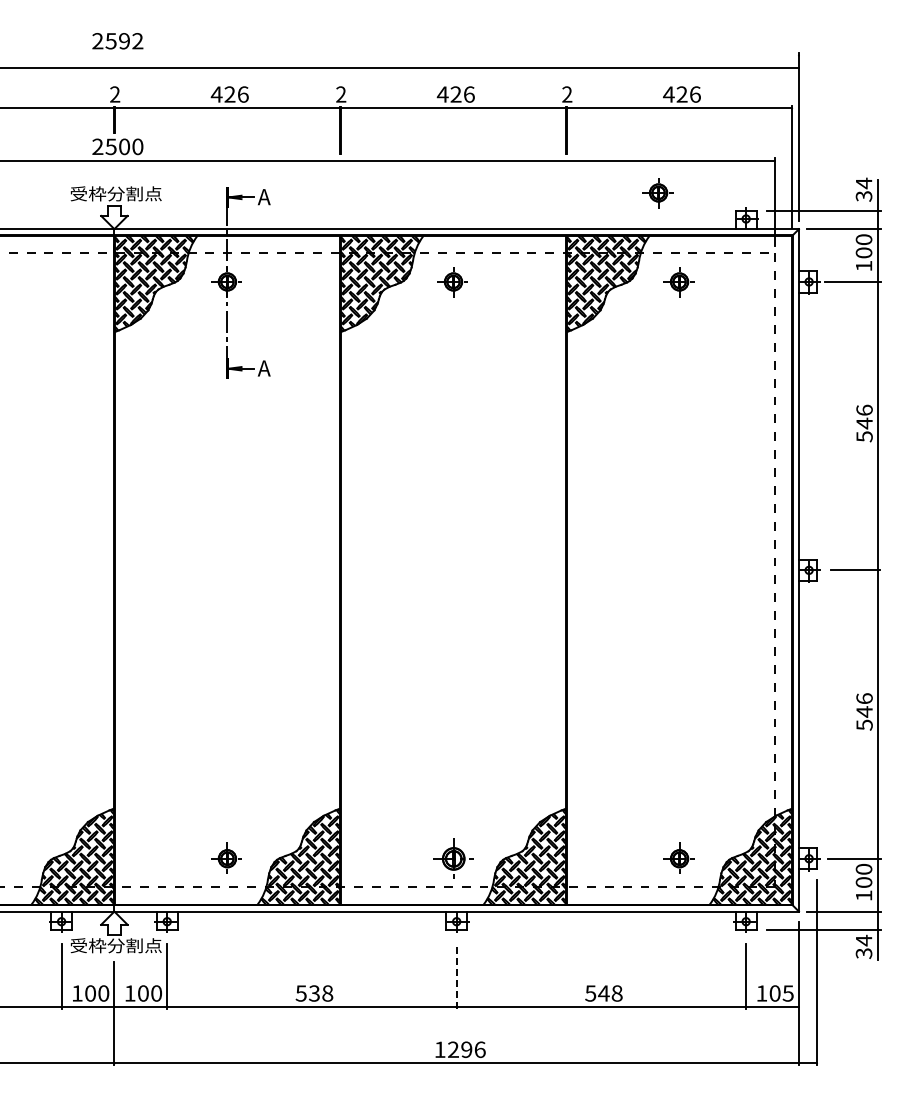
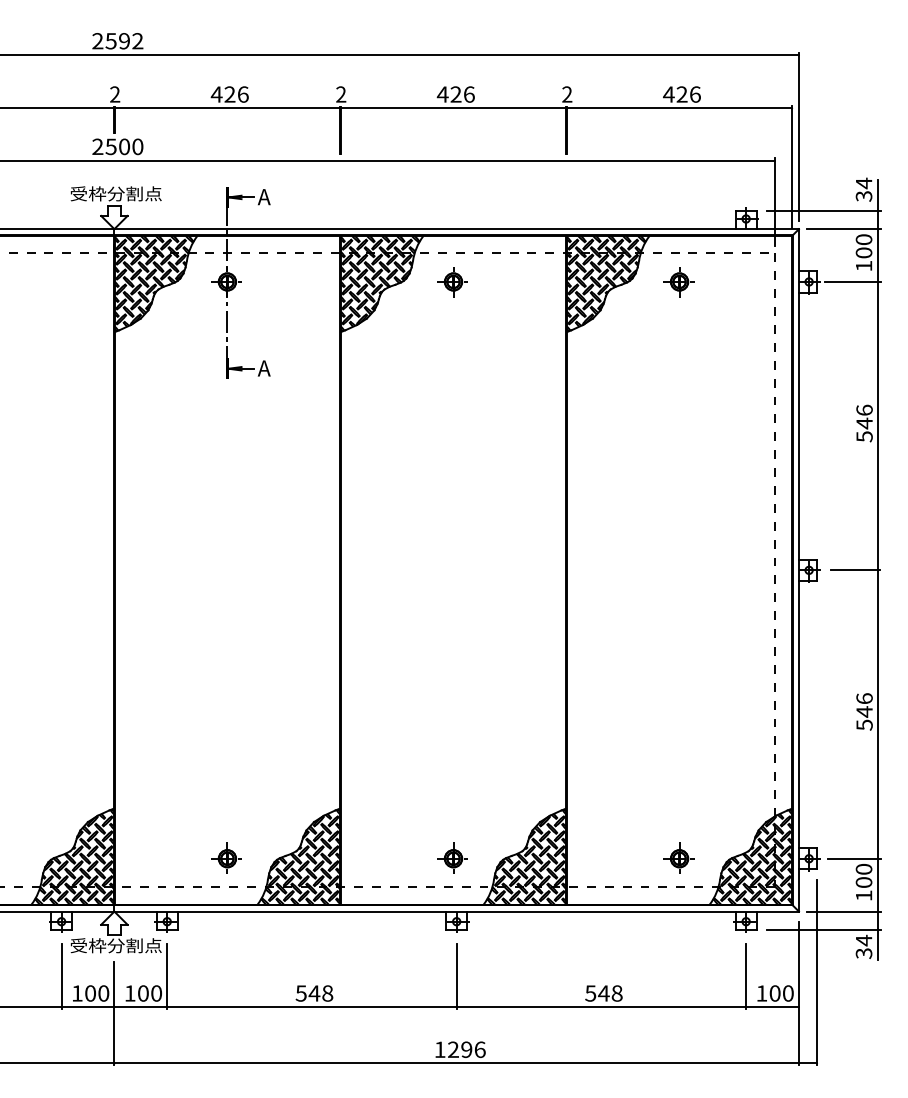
line at (400, 68) position: (400, 68) -> (400, 55)
part at (657, 193): present -> none
part at (453, 858) size: 41x41 px -> 31x32 px
line at (456, 975): dashed -> solid
text at (314, 993): 538 -> 548
text at (787, 993): 105 -> 100
